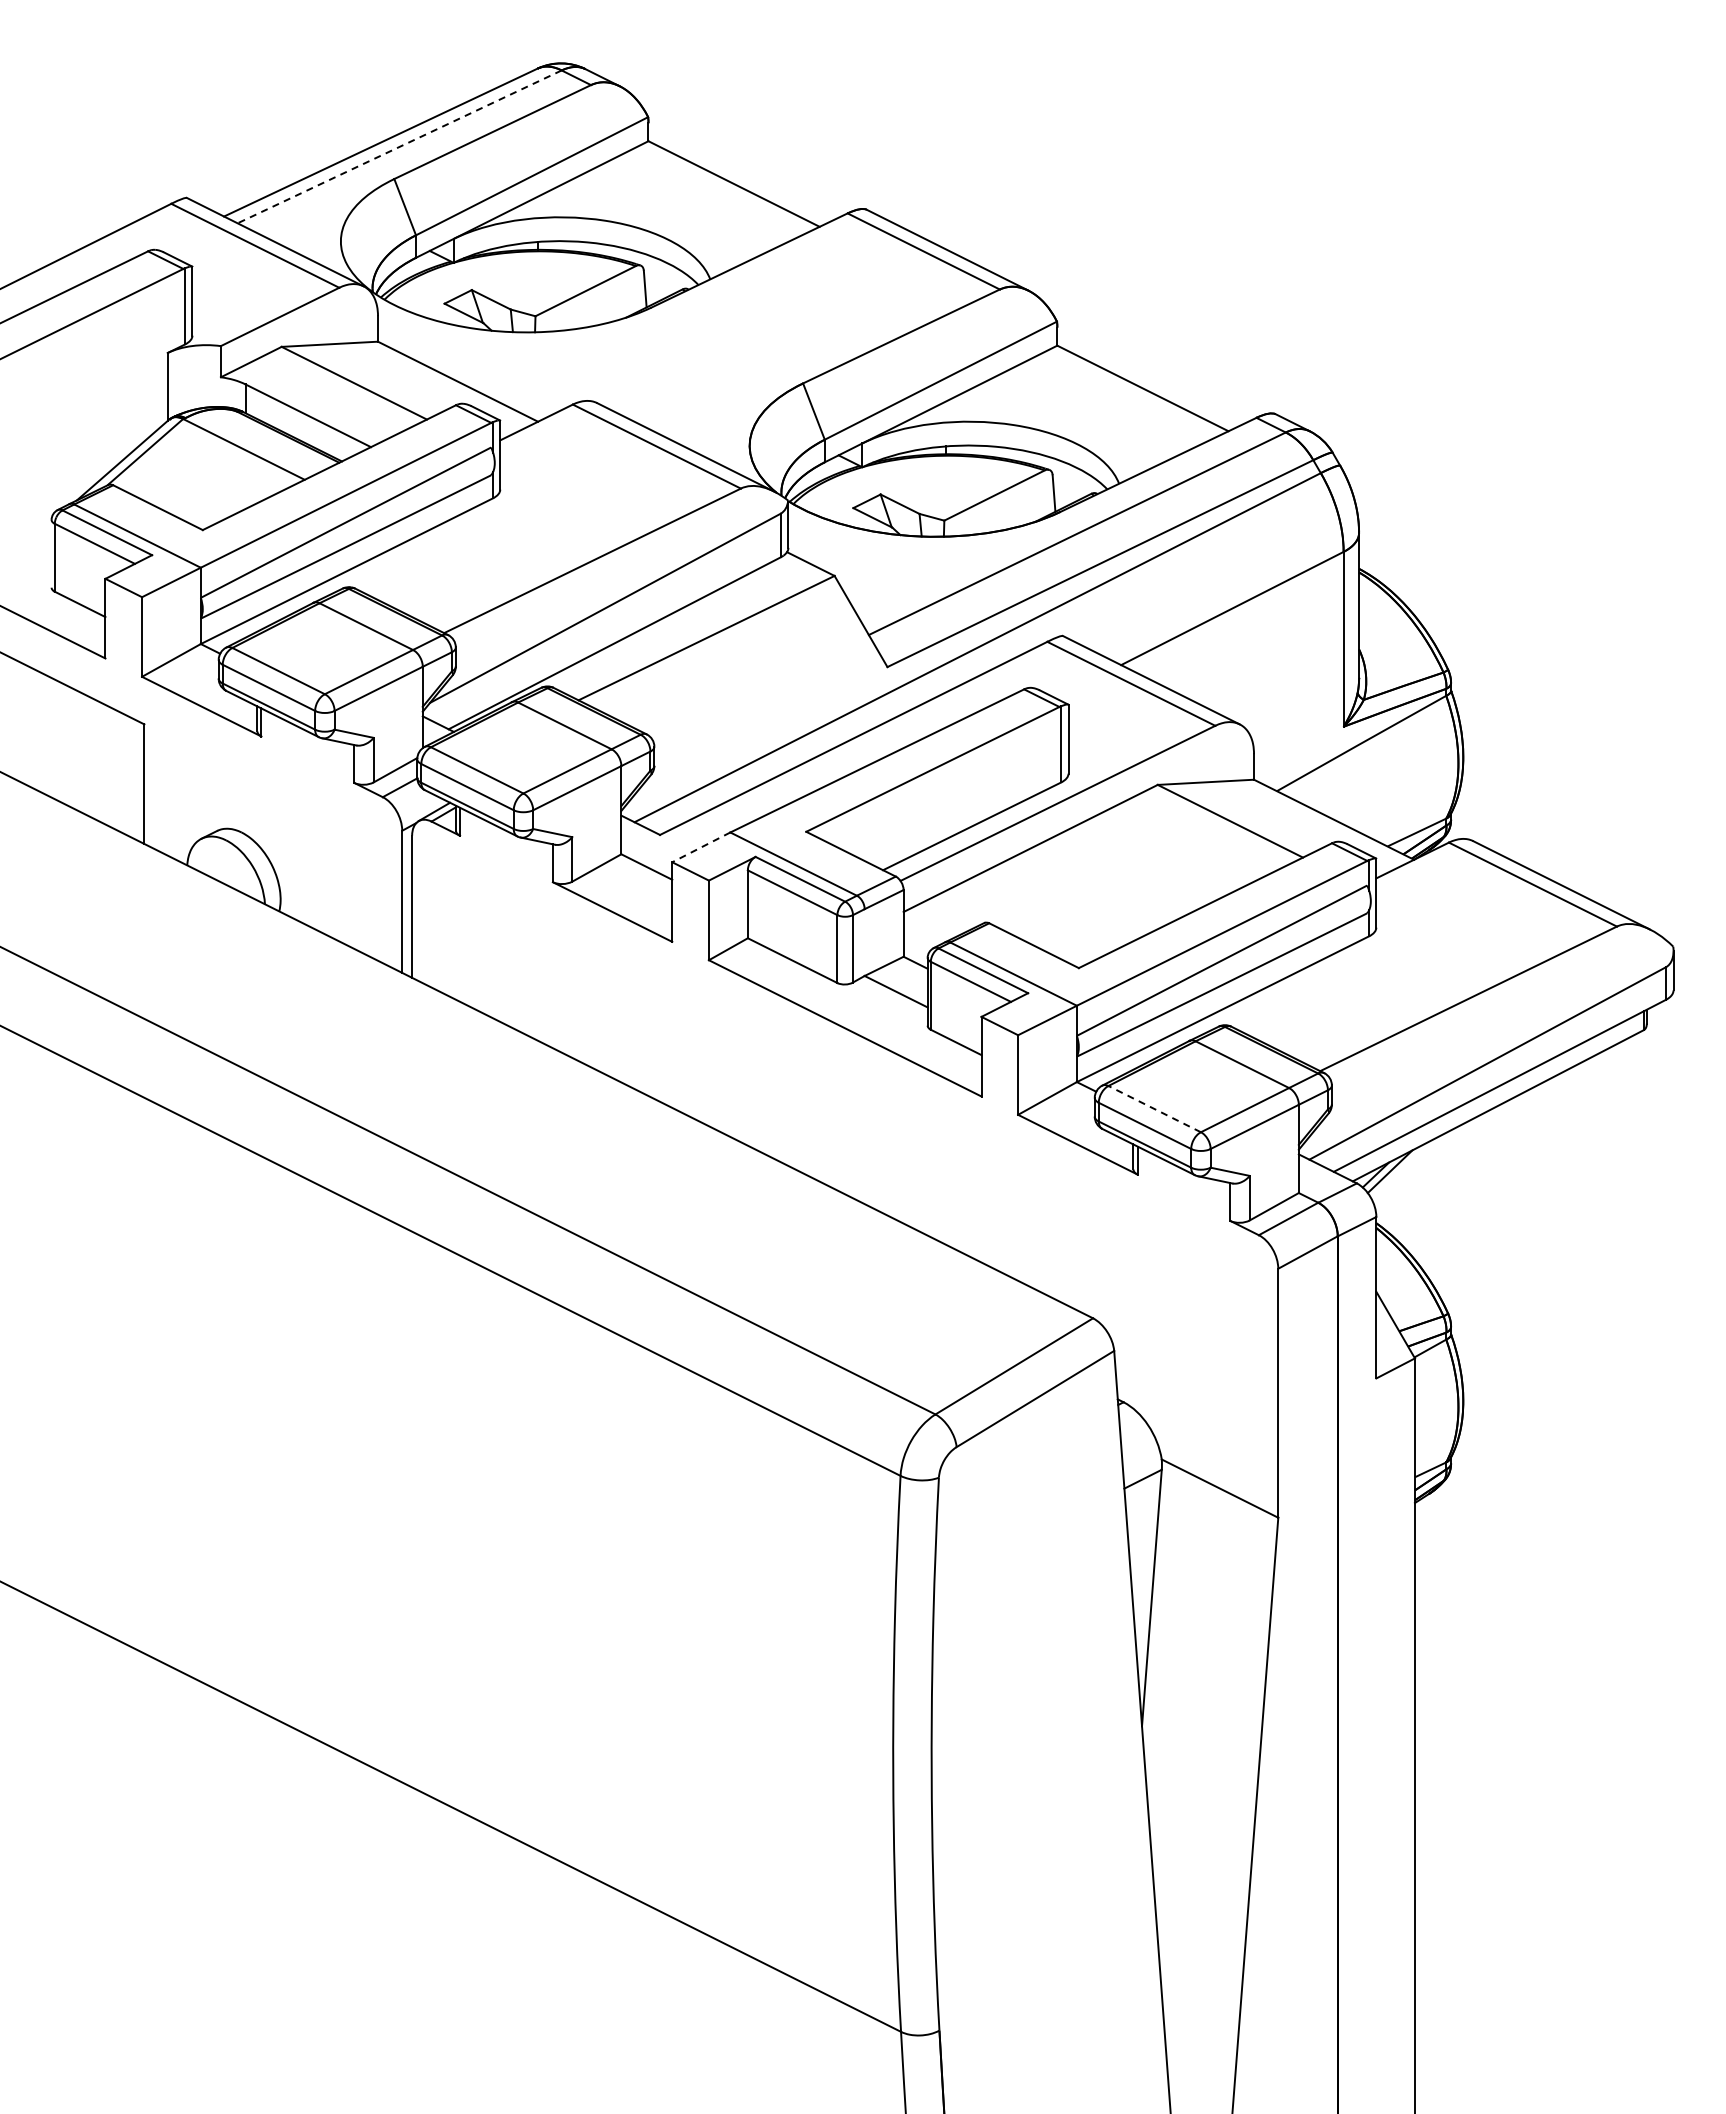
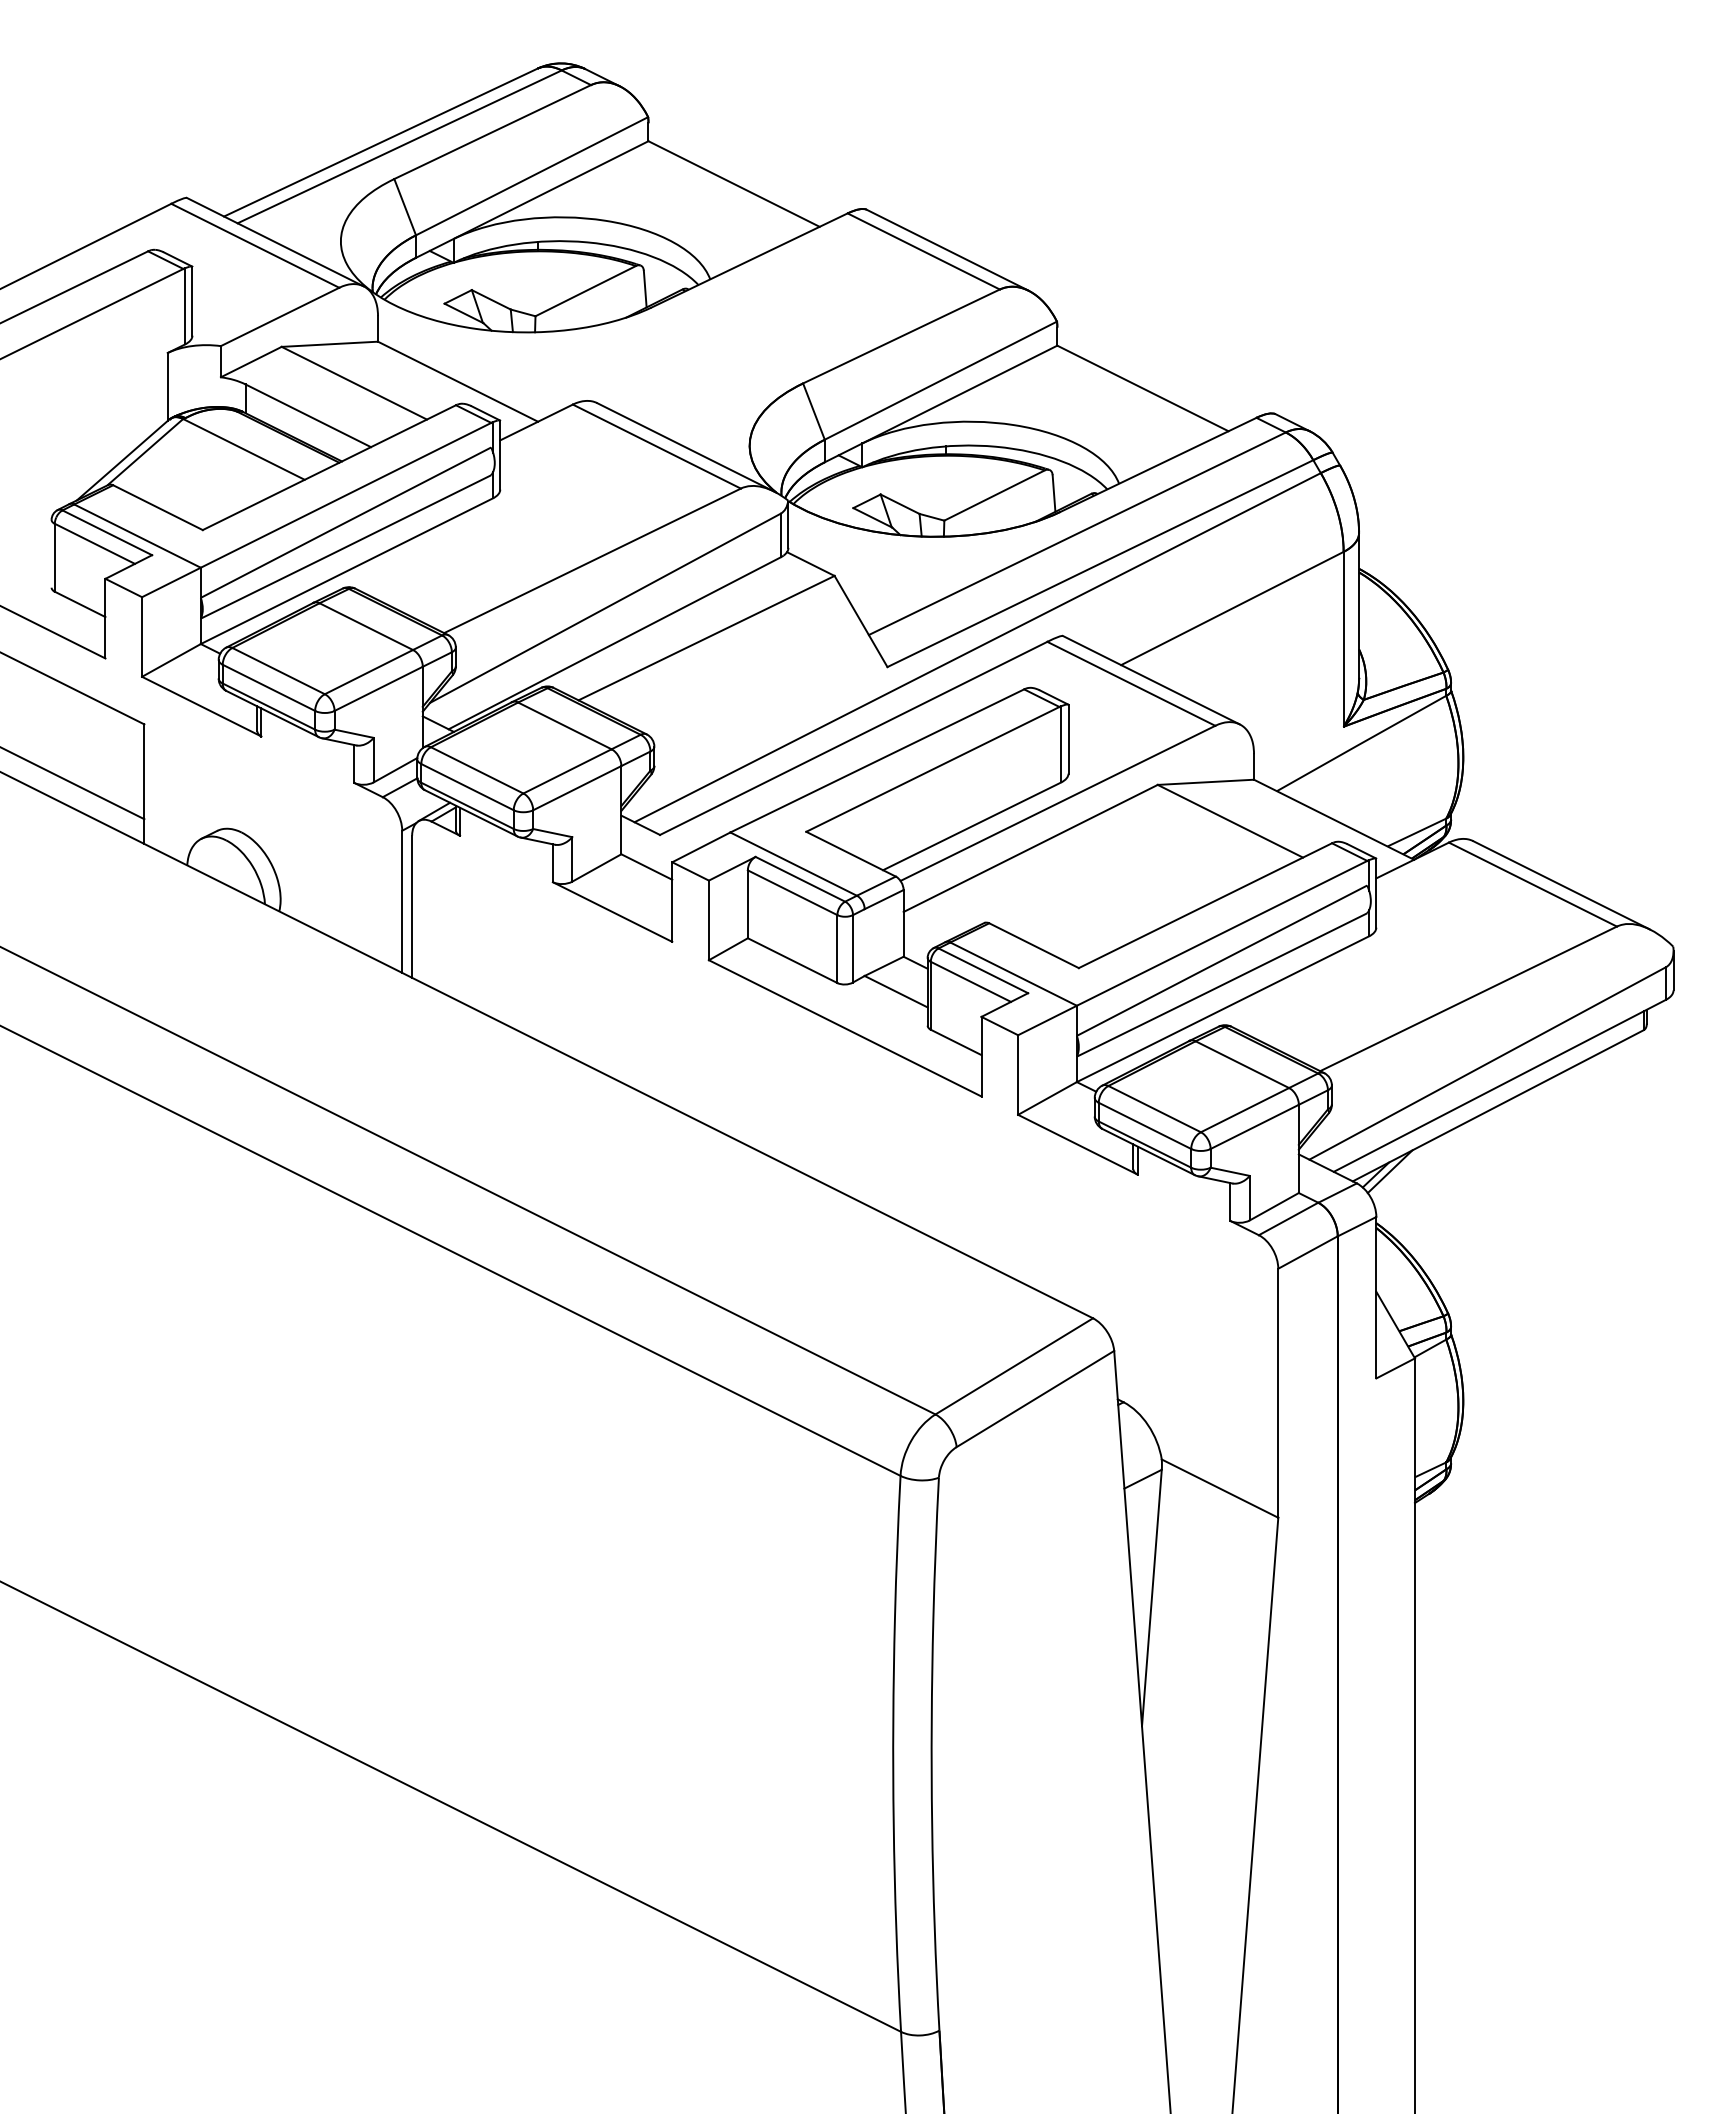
line at (399, 147): dashed -> solid
line at (73, 783): none -> present
line at (701, 847): dashed -> solid
line at (1154, 1109): dashed -> solid
